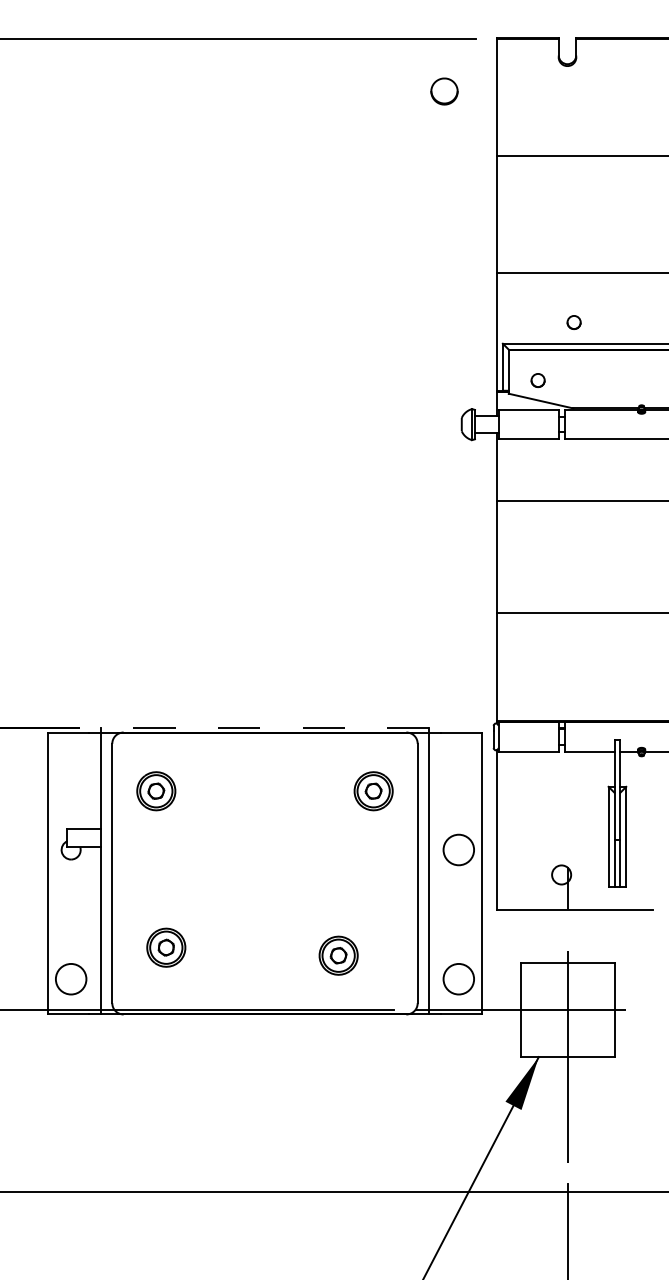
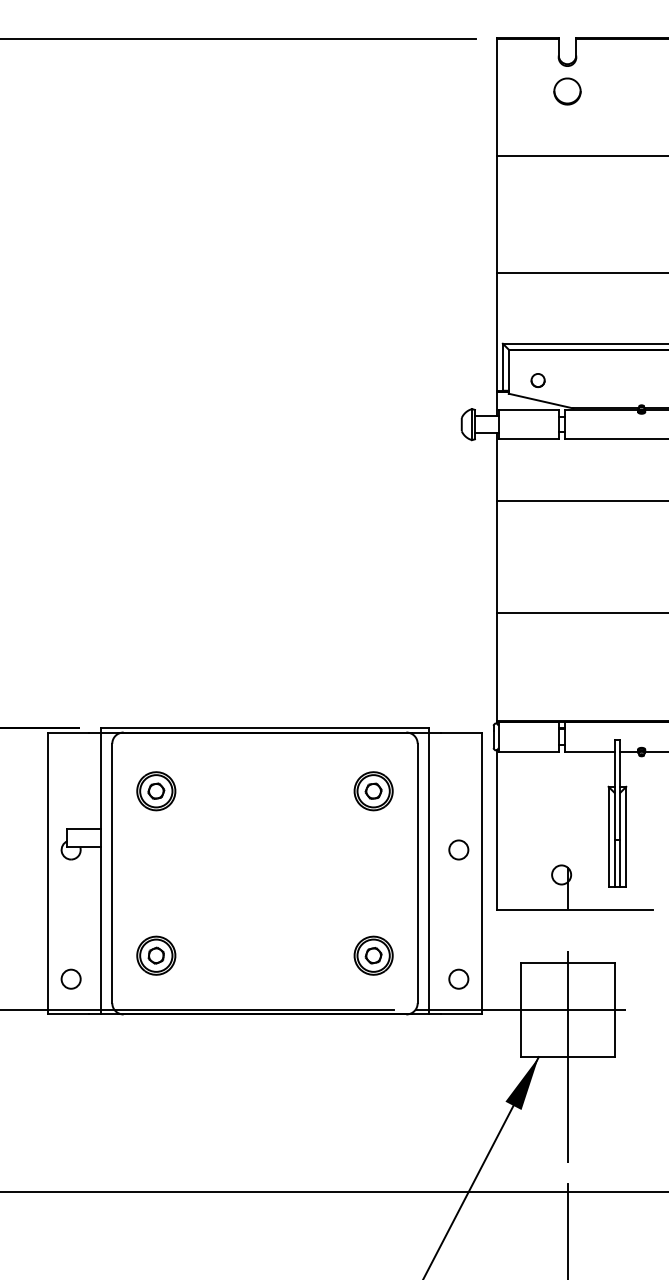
part at (444, 91) position: (444, 91) -> (567, 91)
circle at (573, 322): present -> none
line at (264, 728): dashed -> solid
circle at (458, 849) diameter: 31 px -> 19 px
part at (166, 947) position: (166, 947) -> (156, 955)
part at (338, 955) position: (338, 955) -> (373, 955)
circle at (70, 978) diameter: 31 px -> 19 px
circle at (458, 978) diameter: 31 px -> 19 px
